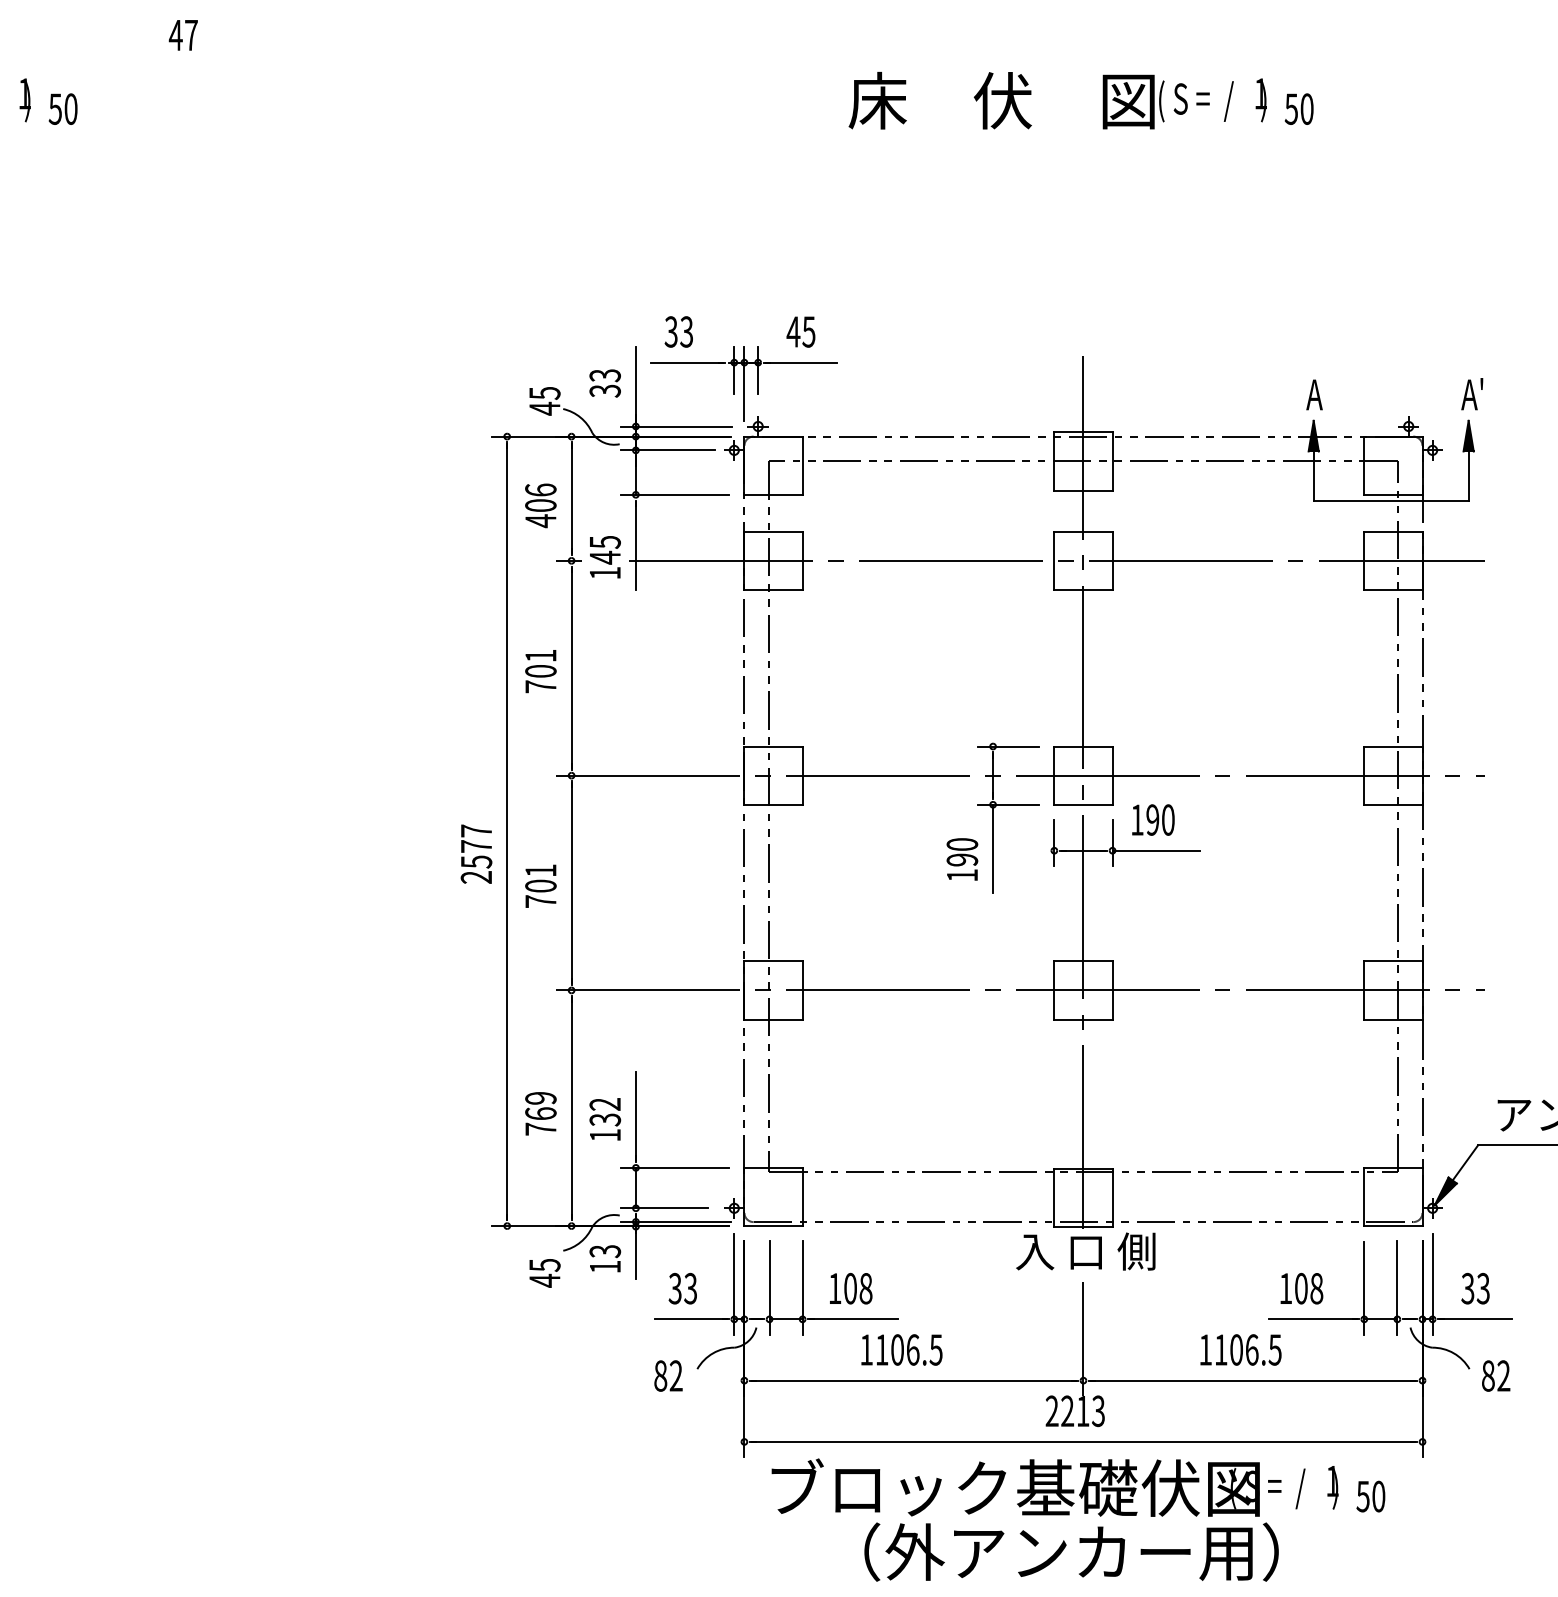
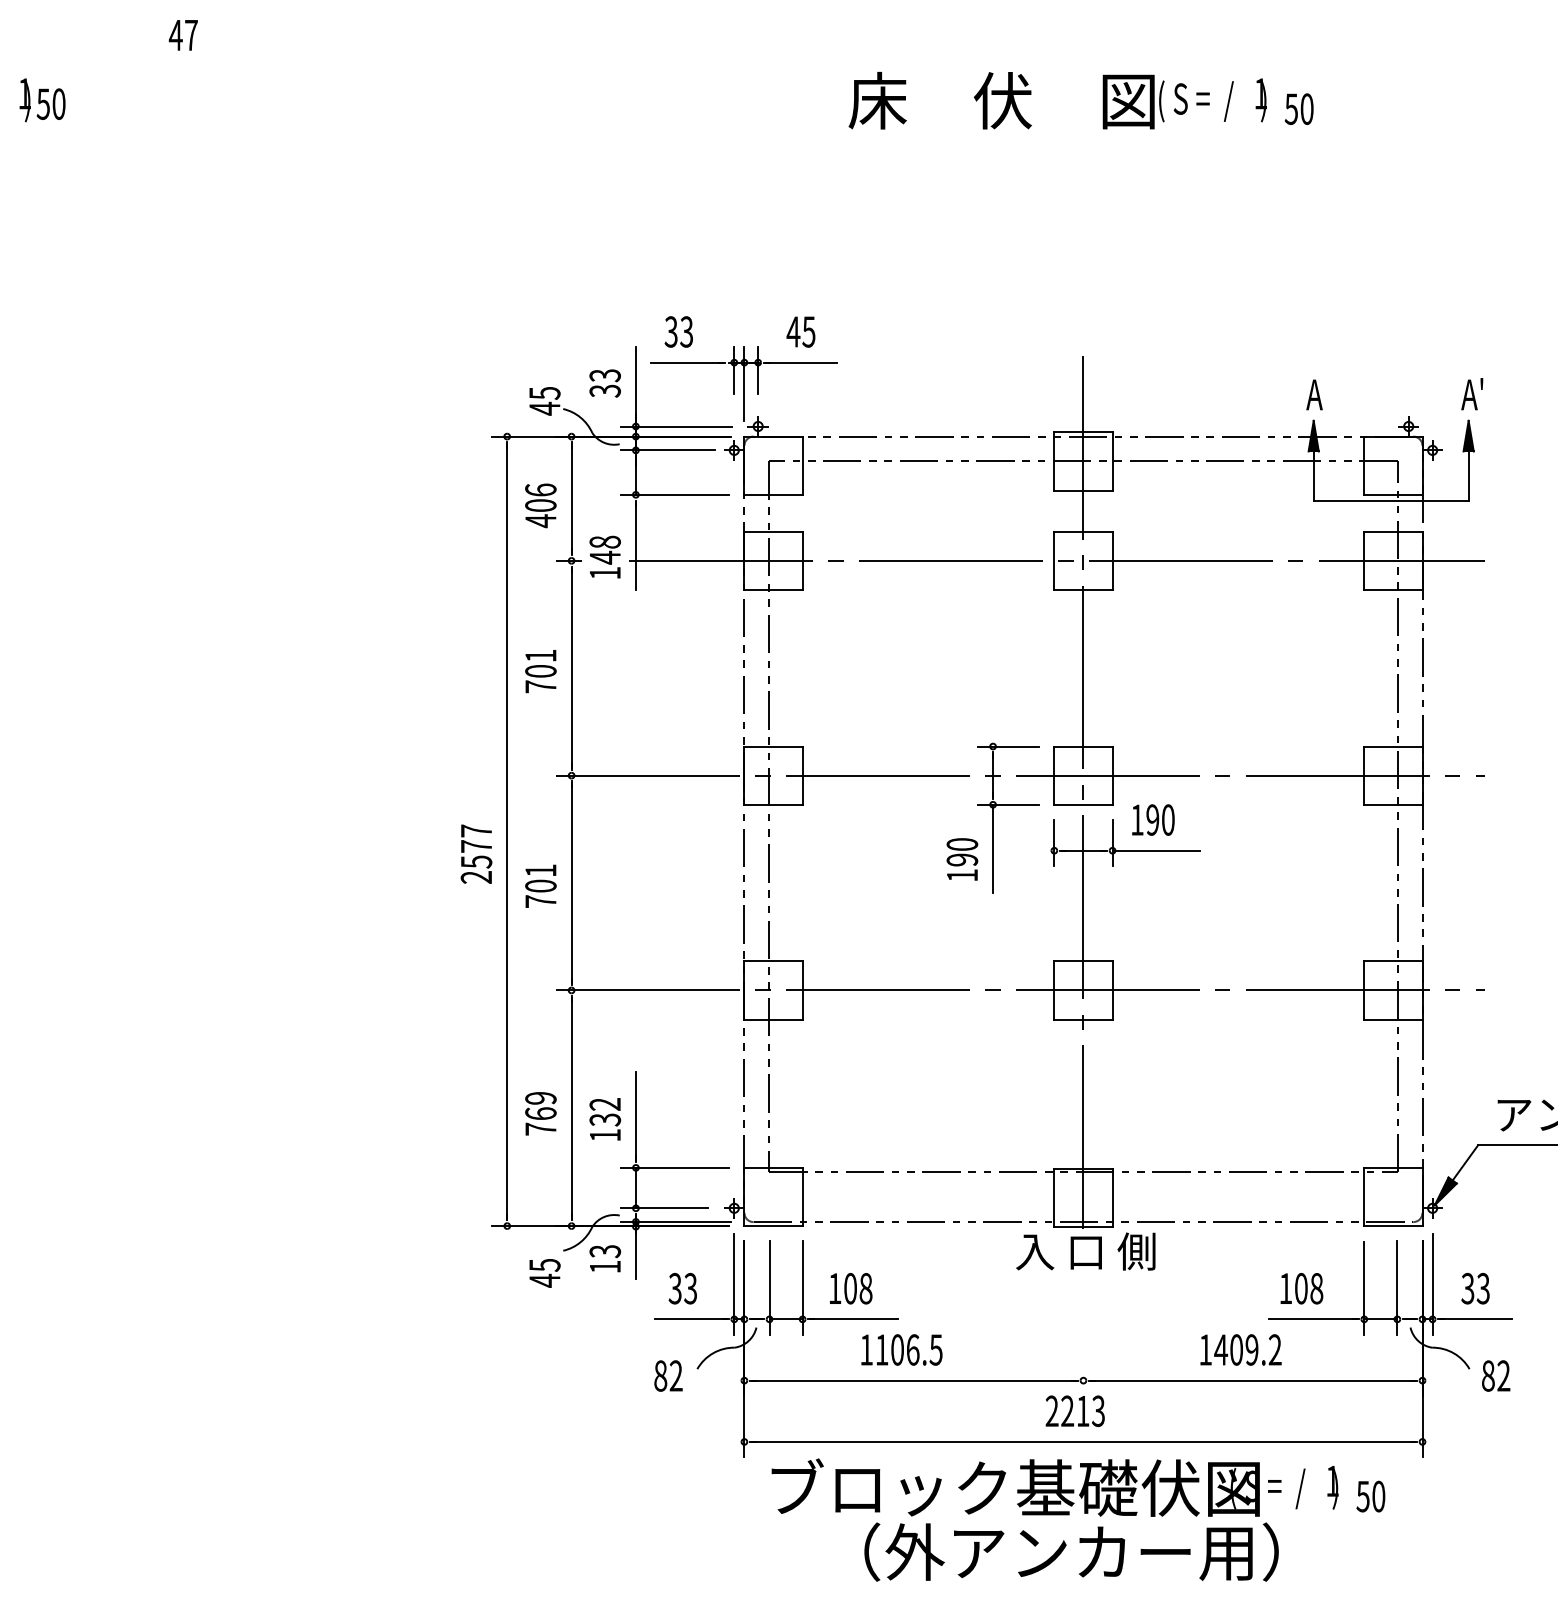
text at (62, 108) position: (62, 108) -> (50, 103)
text at (604, 541): 145 -> 148
line at (1083, 1338): present -> none
text at (1247, 1349): 1106.5 -> 1409.2
